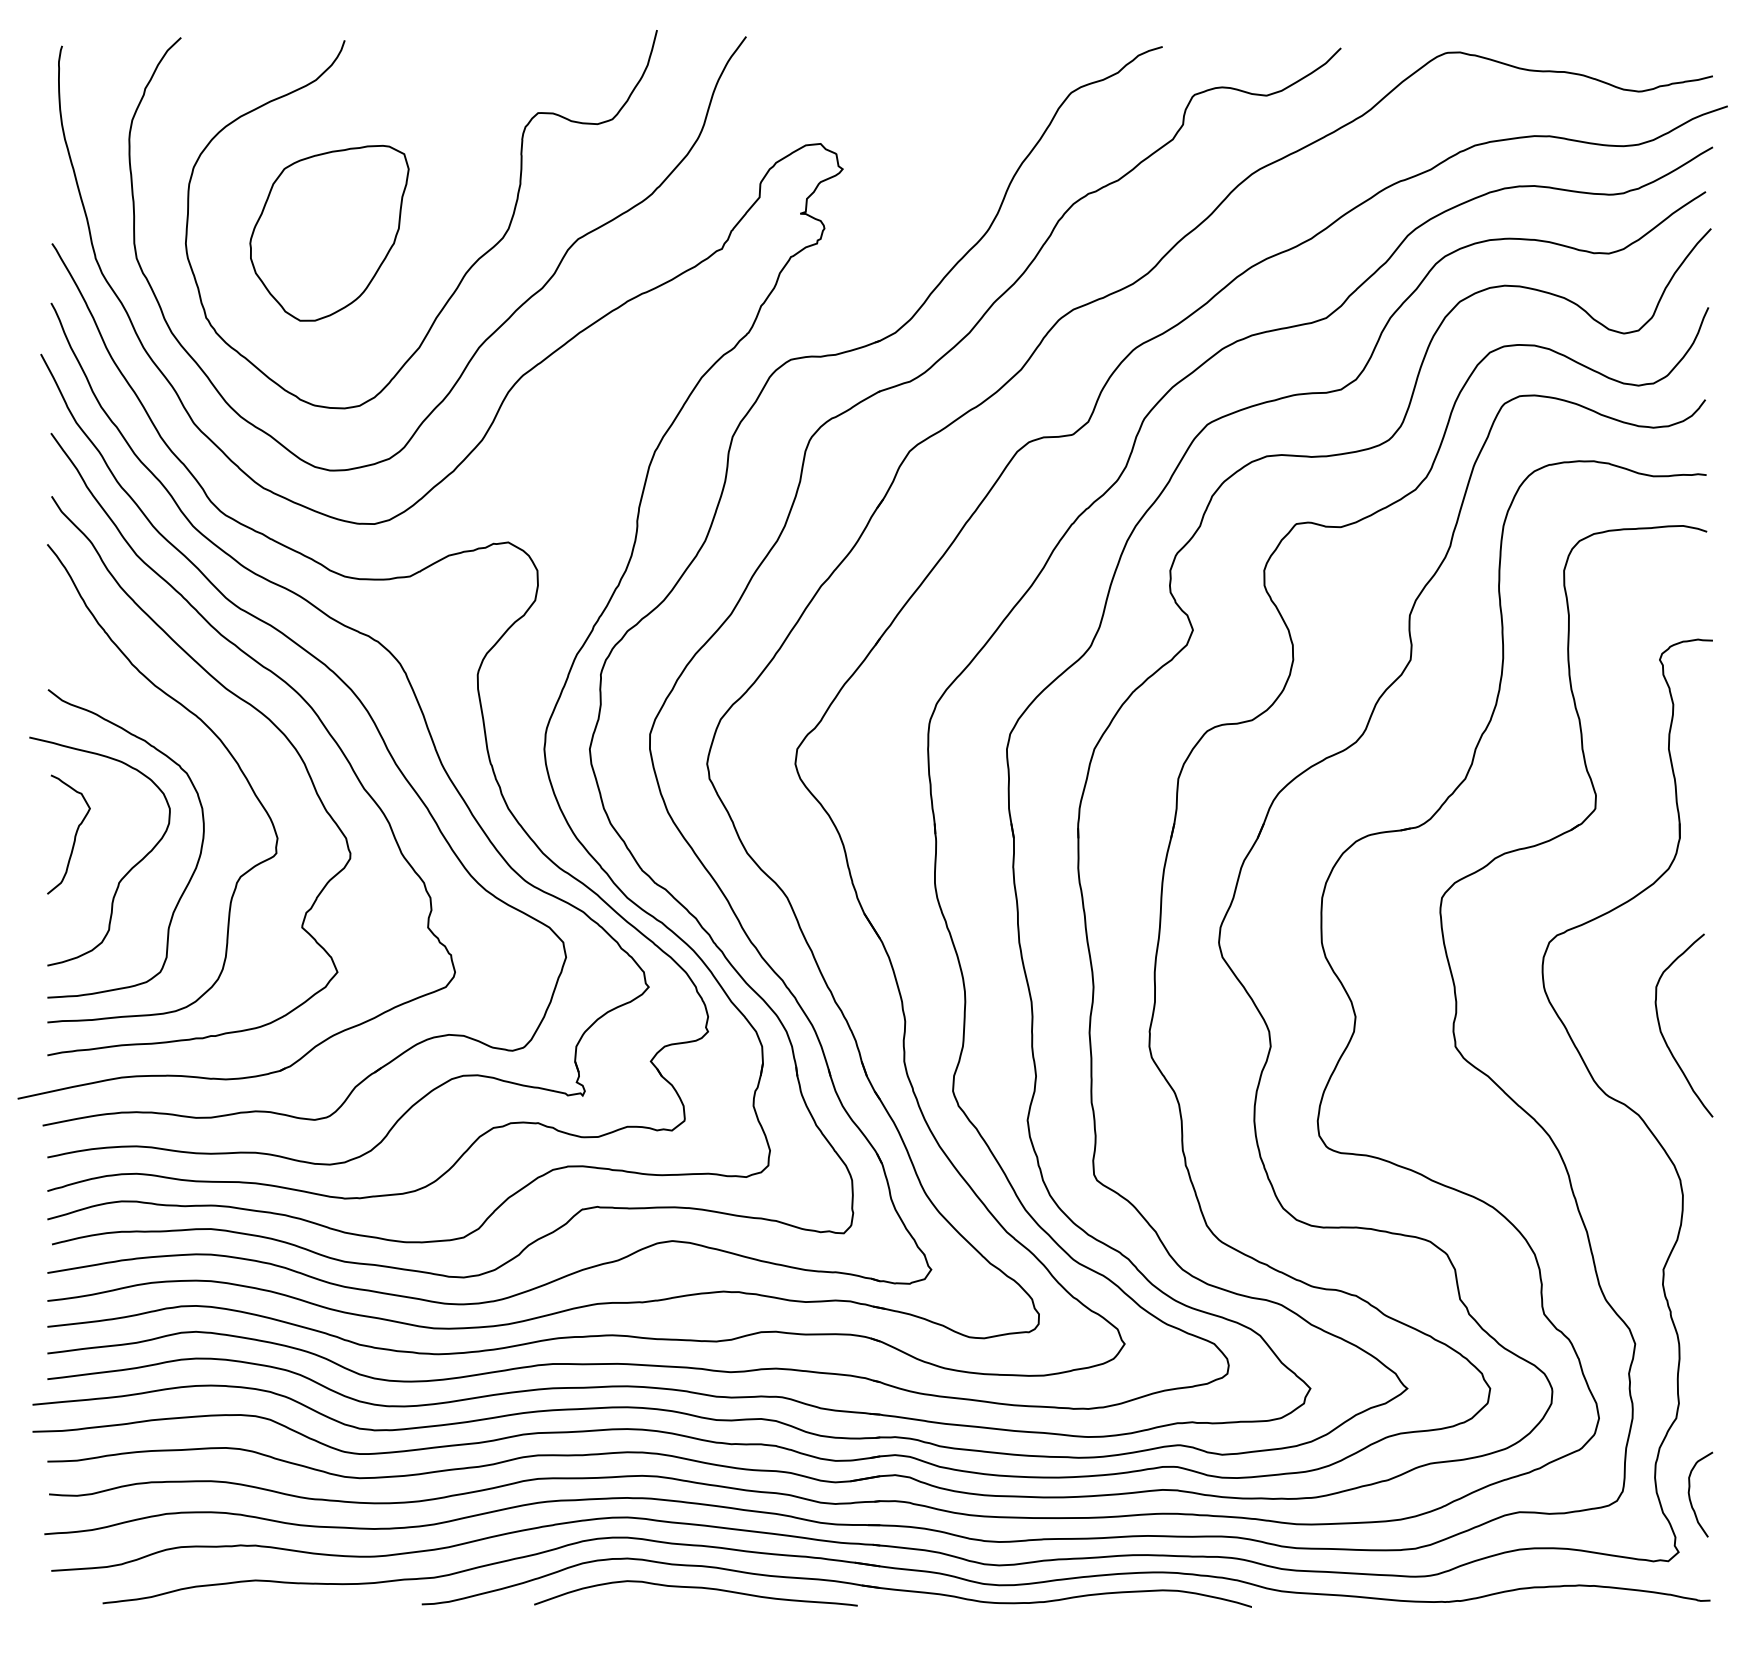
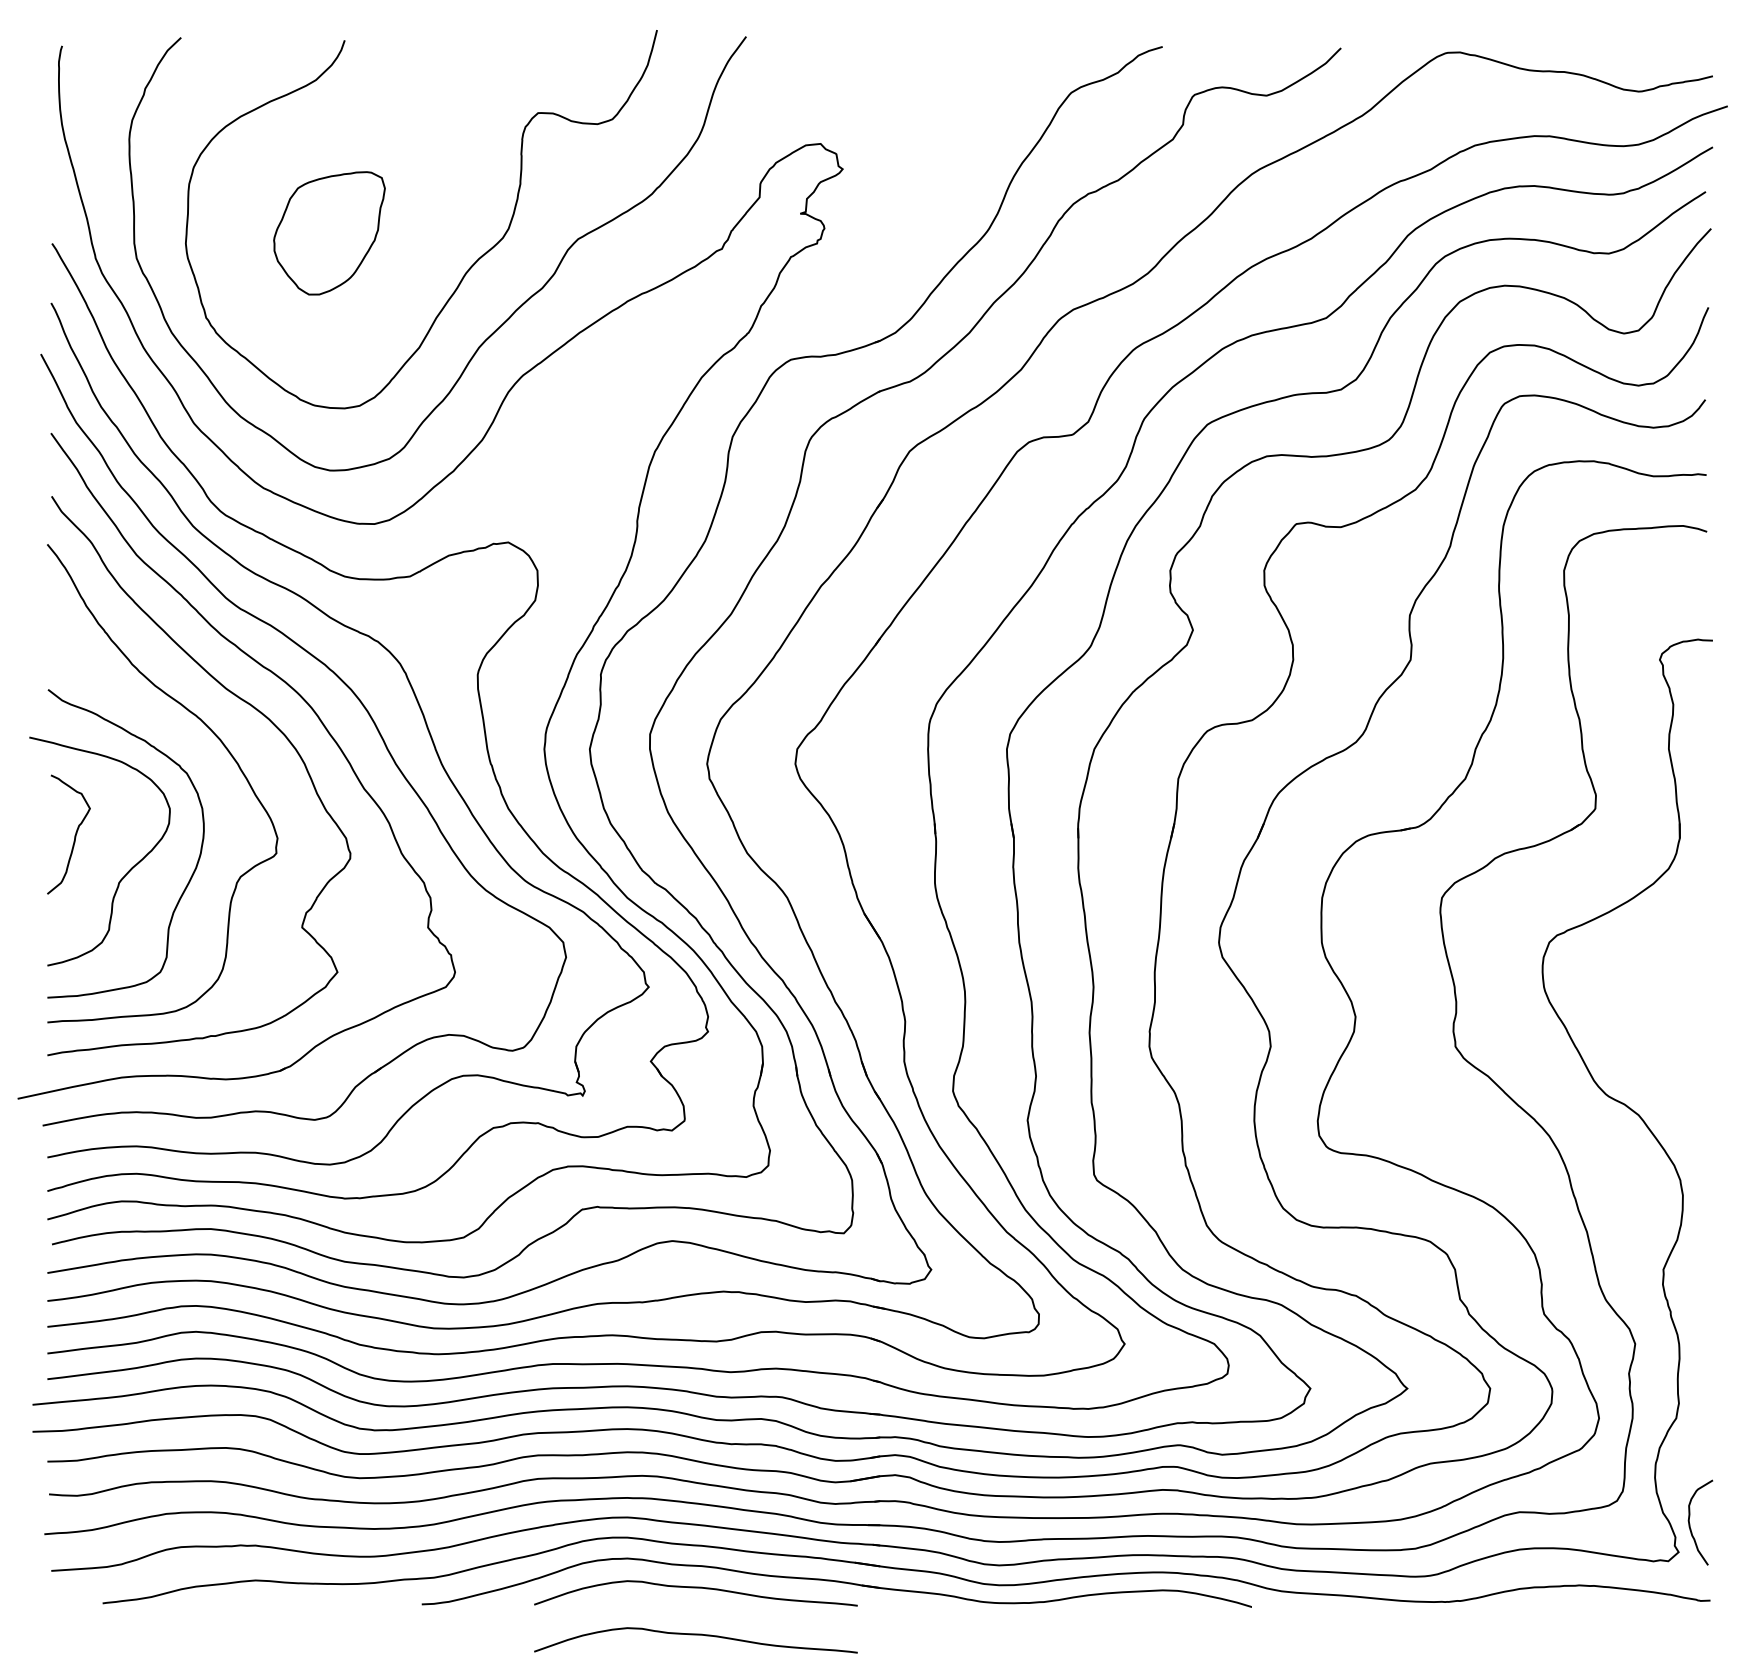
part at (329, 233) size: 161x177 px -> 113x125 px
curve at (1662, 1032): present -> none
curve at (1690, 1495) position: (1690, 1495) -> (1690, 1523)
curve at (695, 1635): none -> present
